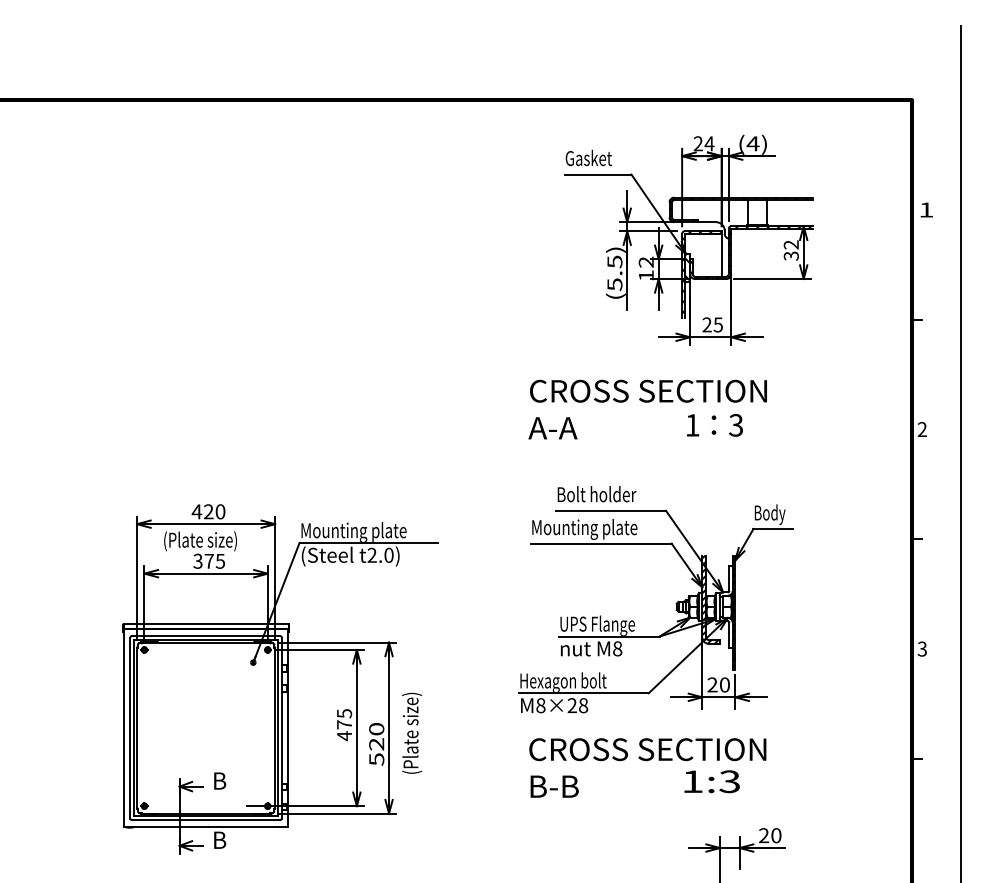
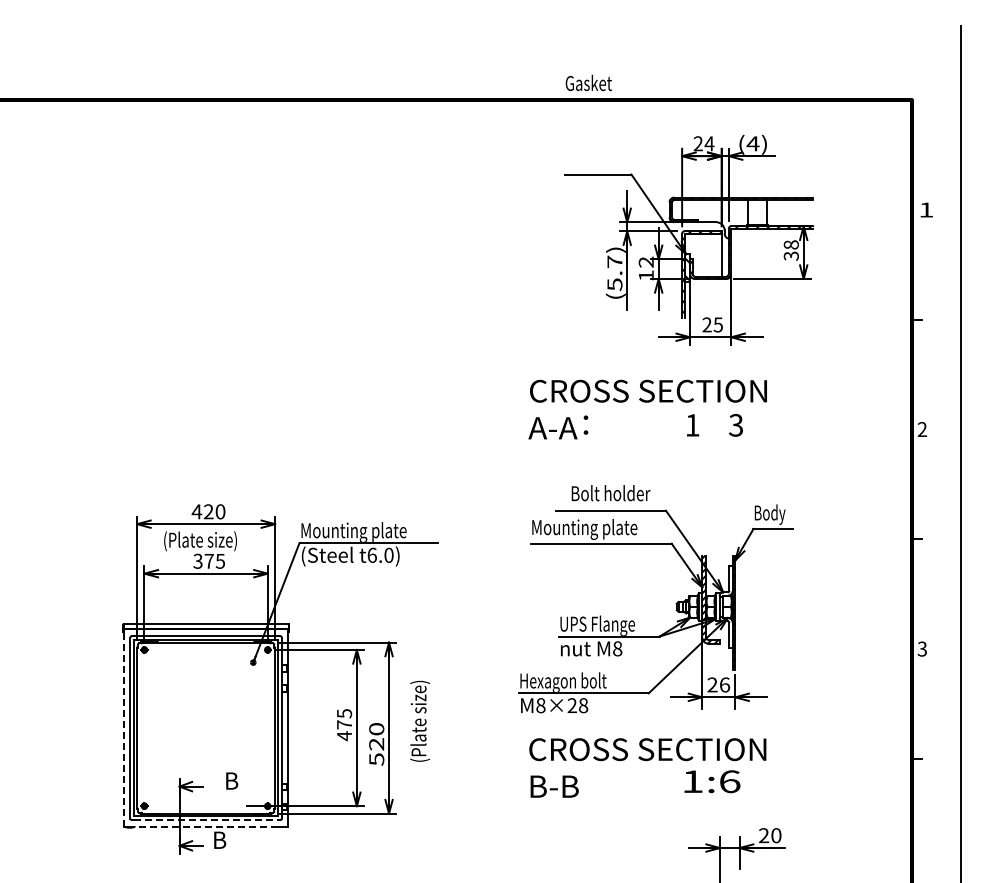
text at (588, 157) position: (588, 157) -> (588, 82)
text at (790, 244): 32 -> 38
text at (614, 261): (5.5) -> (5.7)
text at (713, 424) position: (713, 424) -> (585, 424)
text at (596, 494) position: (596, 494) -> (610, 493)
text at (371, 554): t2.0) -> t6.0)
text at (725, 684): 20 -> 26
line at (123, 728): solid -> dashed
text at (412, 732) position: (412, 732) -> (420, 720)
text at (220, 780) position: (220, 780) -> (232, 780)
text at (729, 781): 1:3 -> 1:6
line at (206, 820): solid -> dashed
line at (205, 826): solid -> dashed
